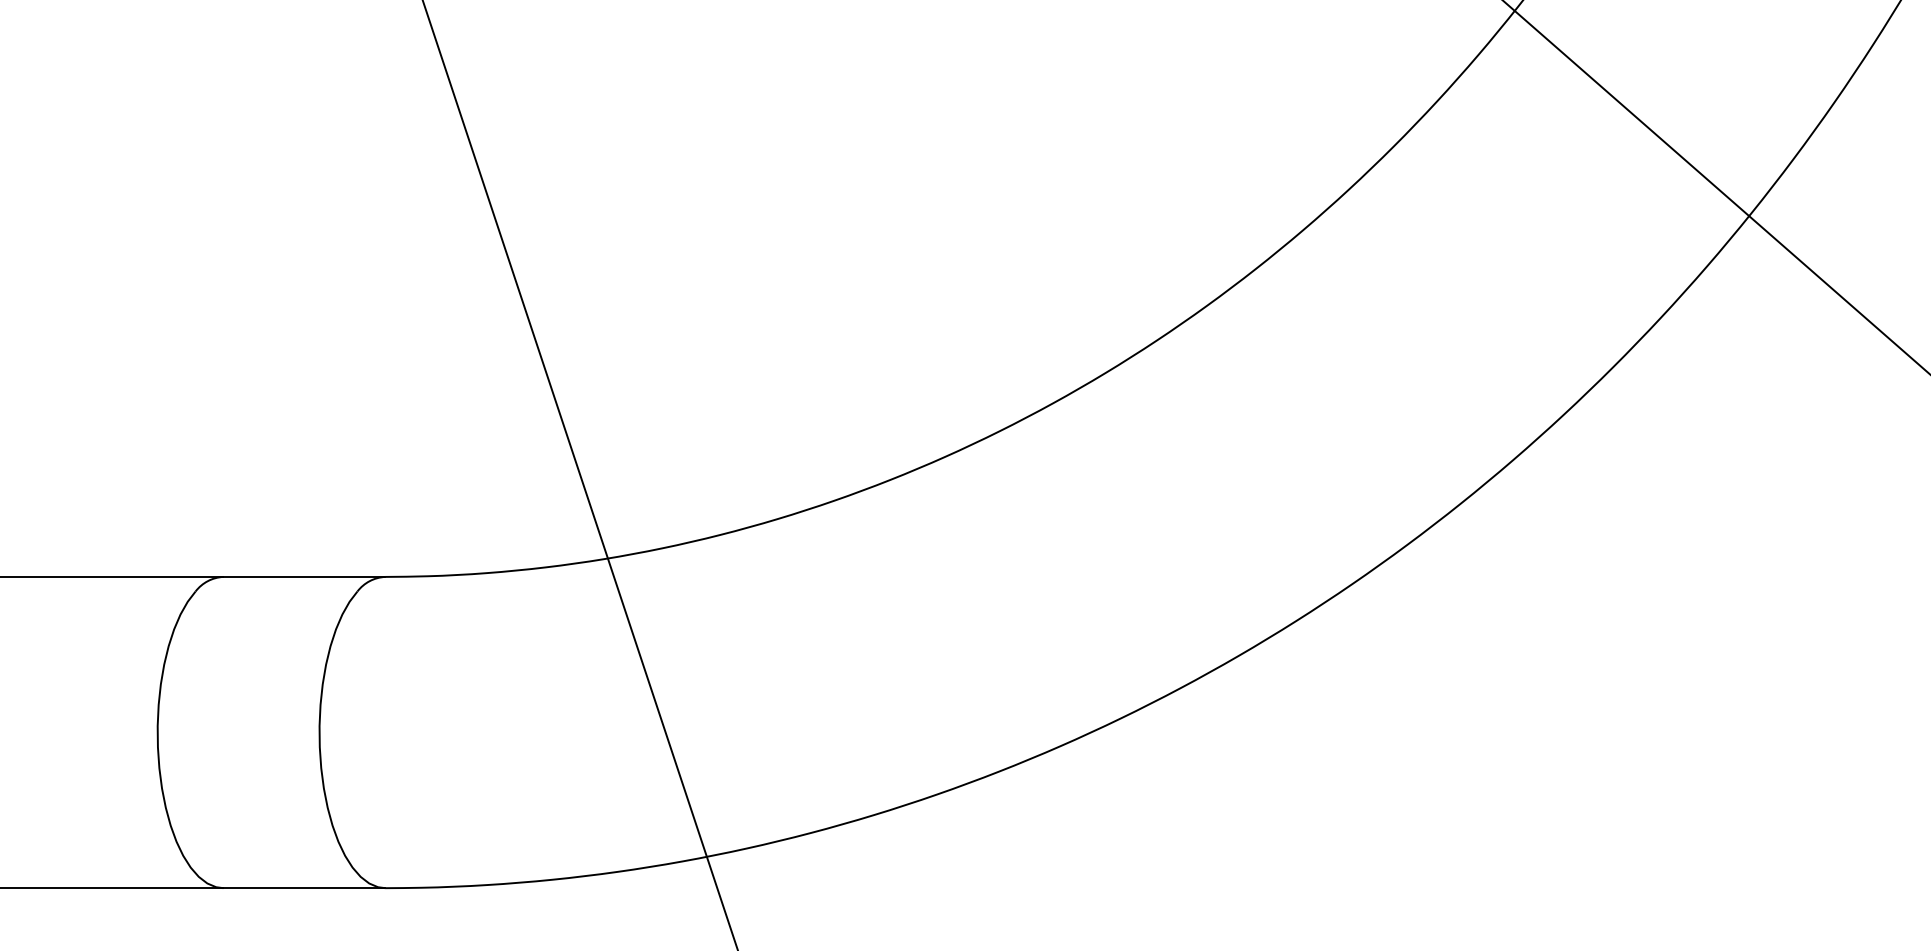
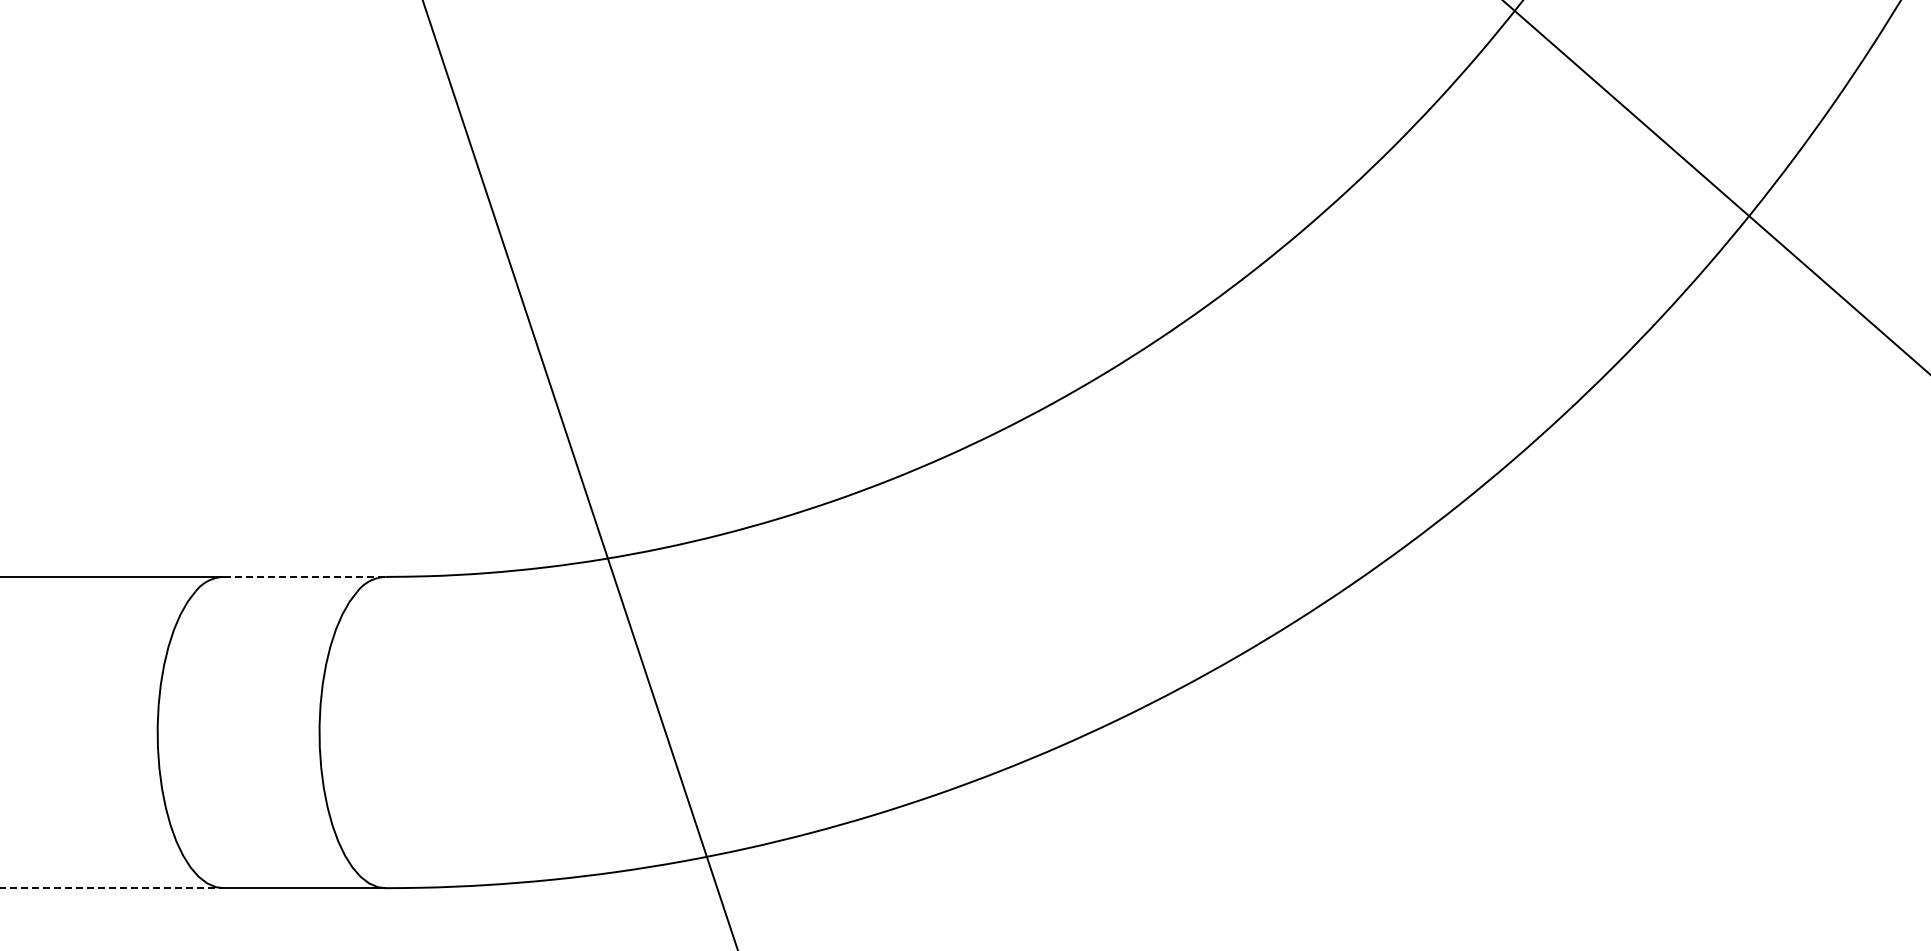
line at (304, 576): solid -> dashed
line at (112, 888): solid -> dashed
